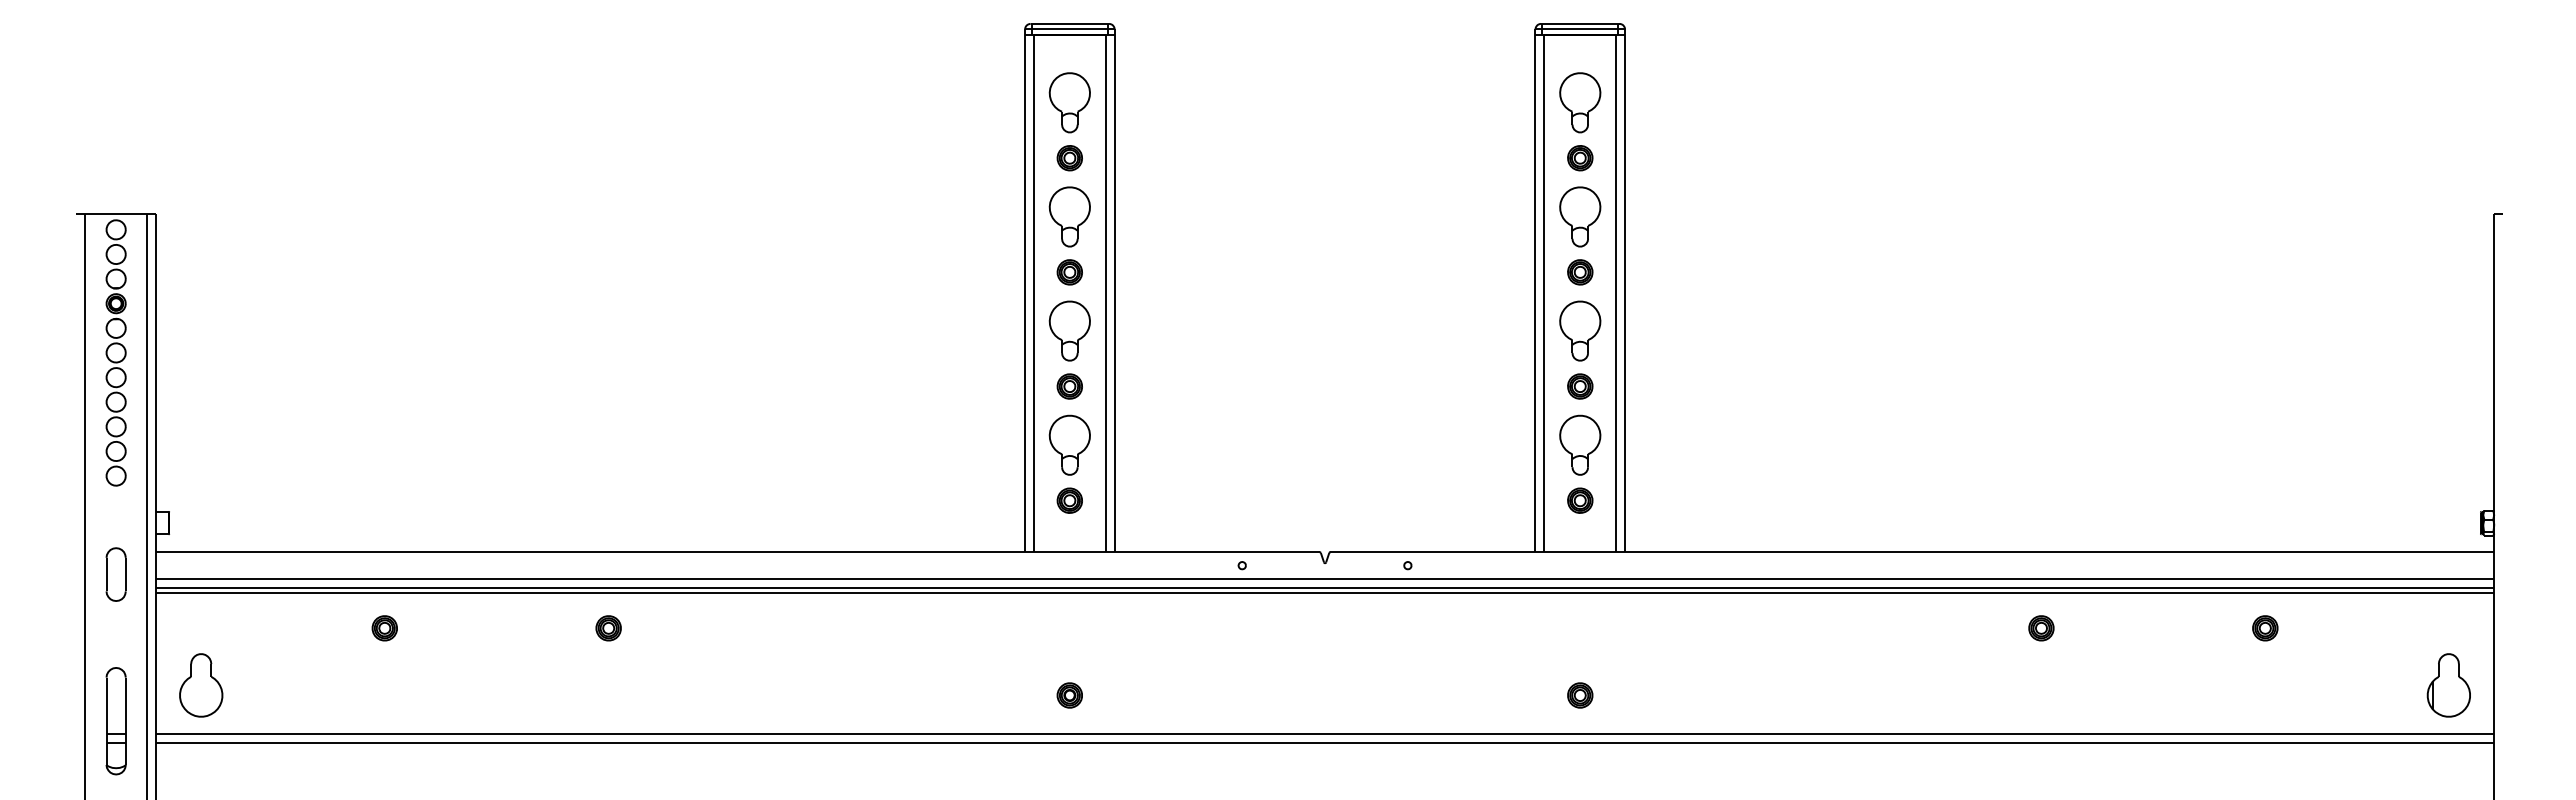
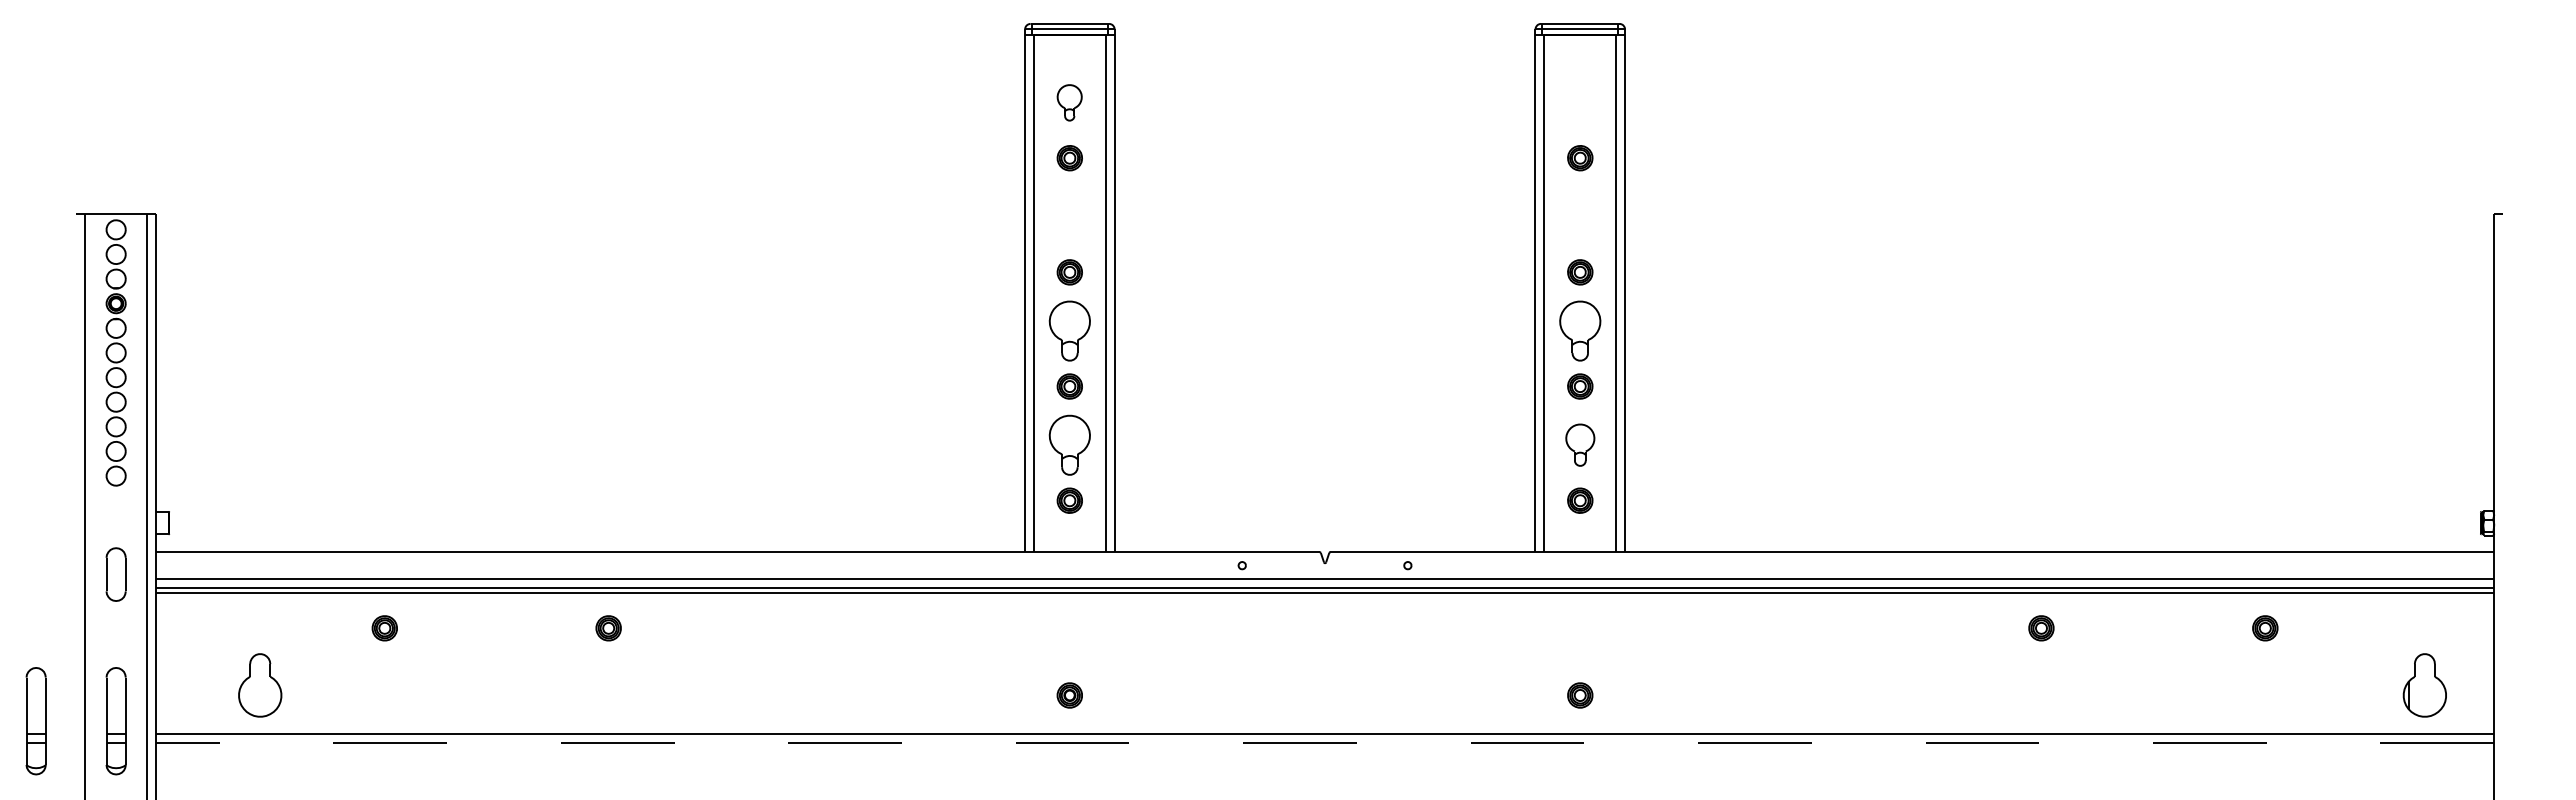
part at (1069, 102) size: 43x62 px -> 27x38 px
part at (1580, 102): present -> none
part at (1069, 216): present -> none
part at (1580, 216): present -> none
part at (1580, 444) size: 43x62 px -> 31x44 px
part at (201, 685) position: (201, 685) -> (260, 685)
part at (2448, 685) position: (2448, 685) -> (2424, 685)
part at (35, 721): none -> present
line at (1324, 742): solid -> dashed
